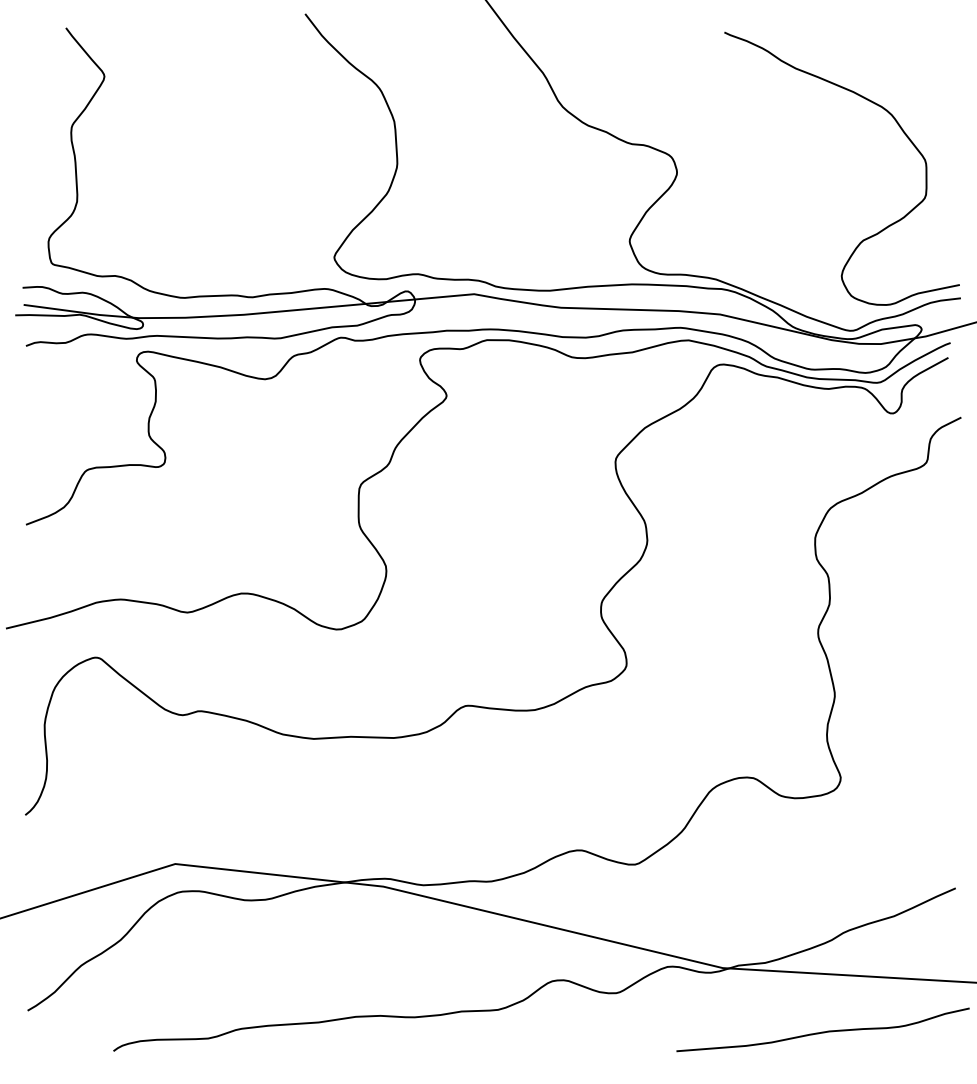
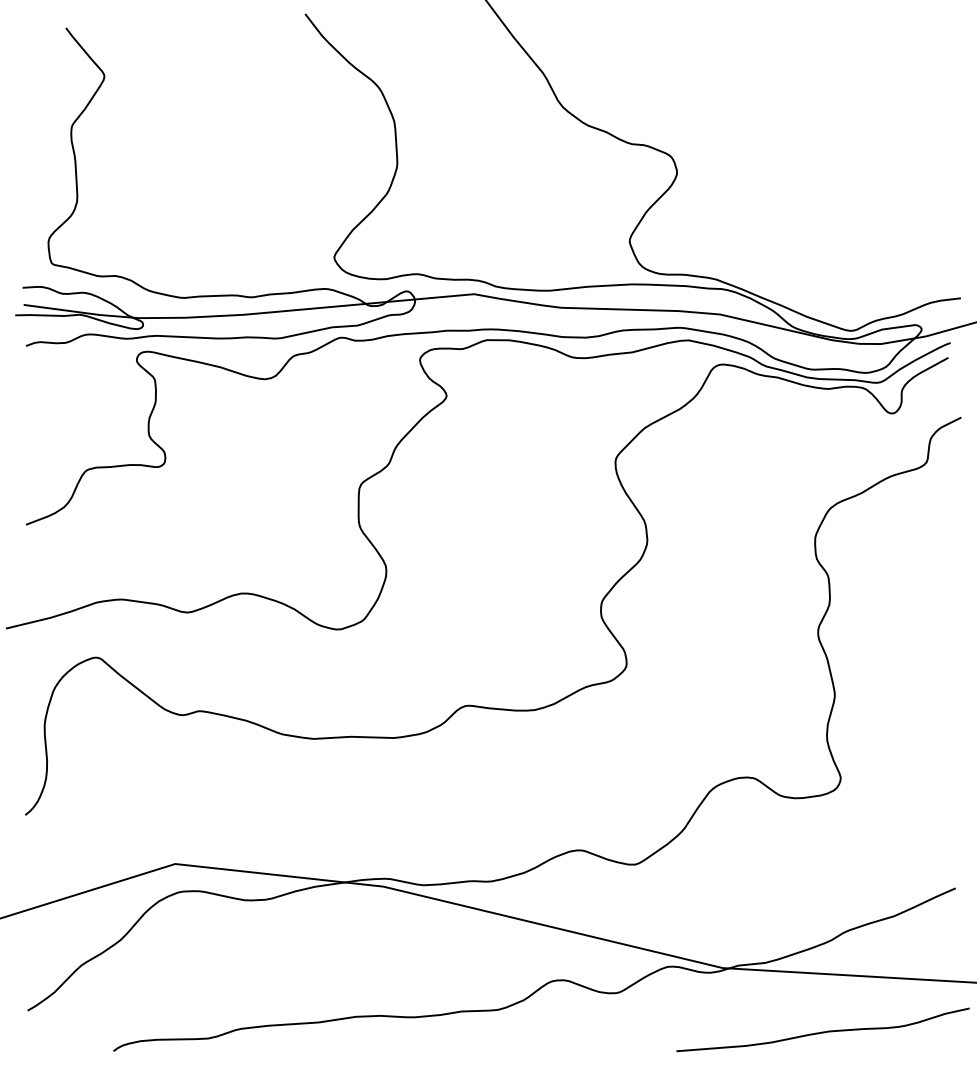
curve at (901, 130): present -> none
